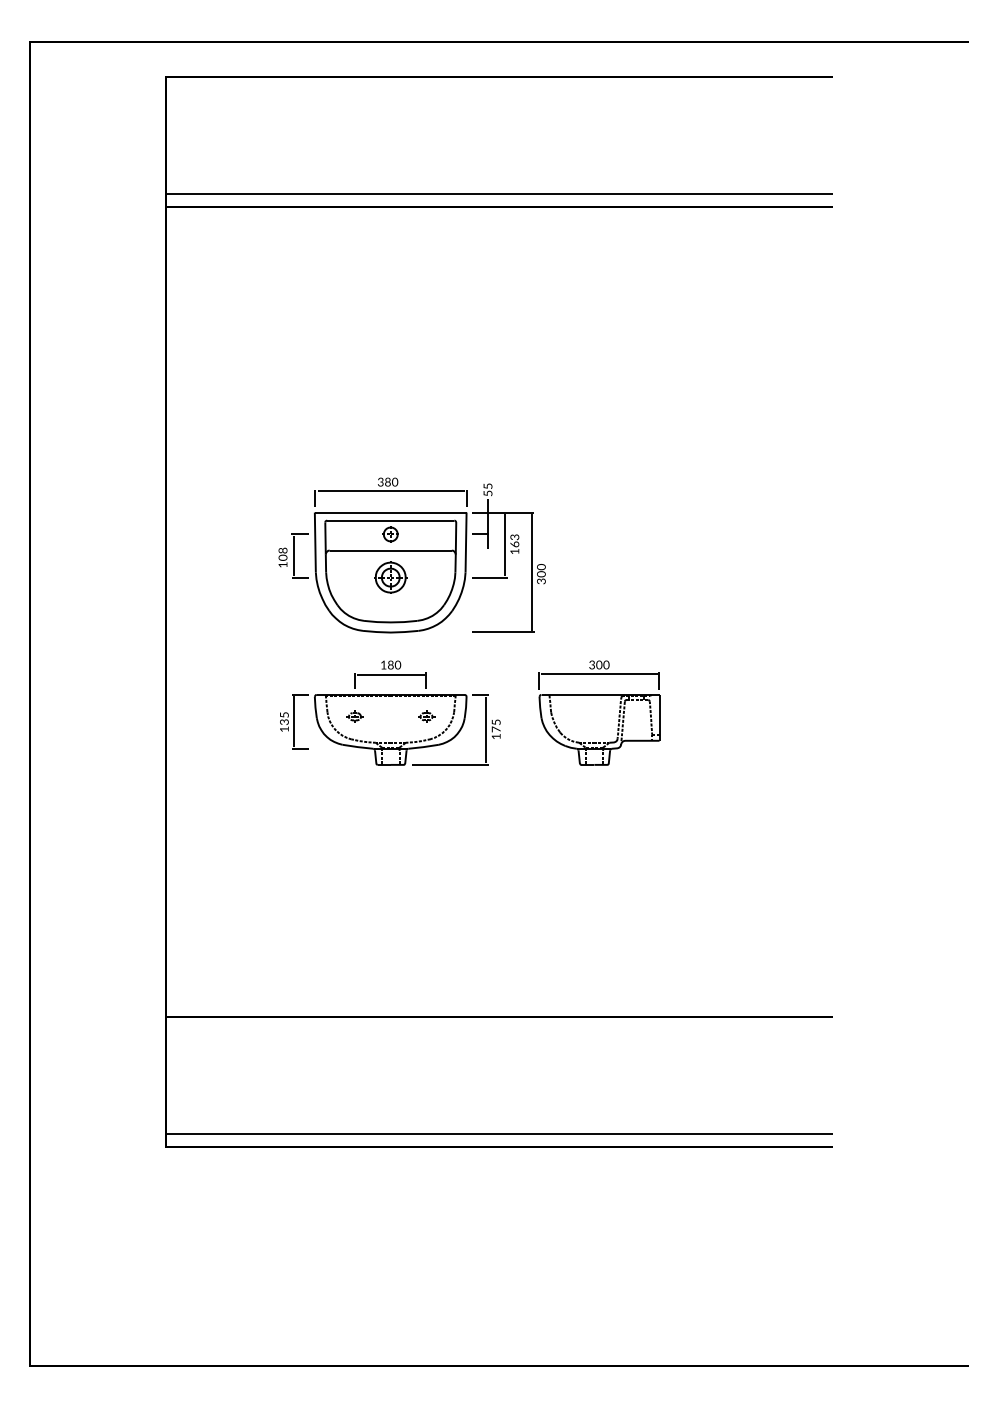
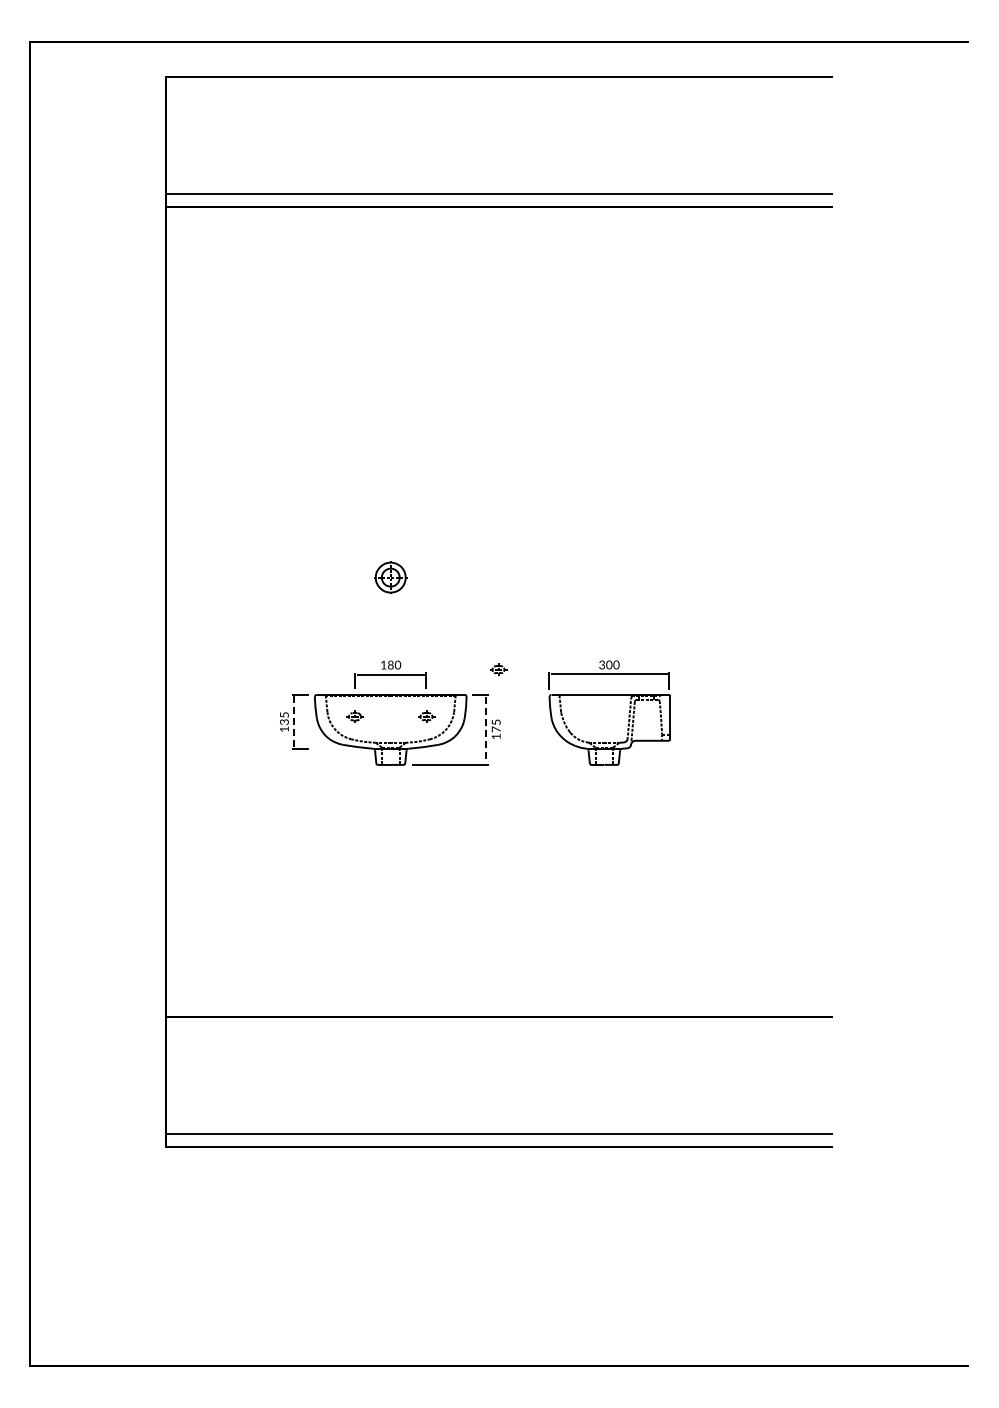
part at (411, 555): present -> none
part at (498, 669): none -> present
part at (599, 712) position: (599, 712) -> (609, 712)
line at (293, 722): solid -> dashed
line at (486, 730): solid -> dashed
